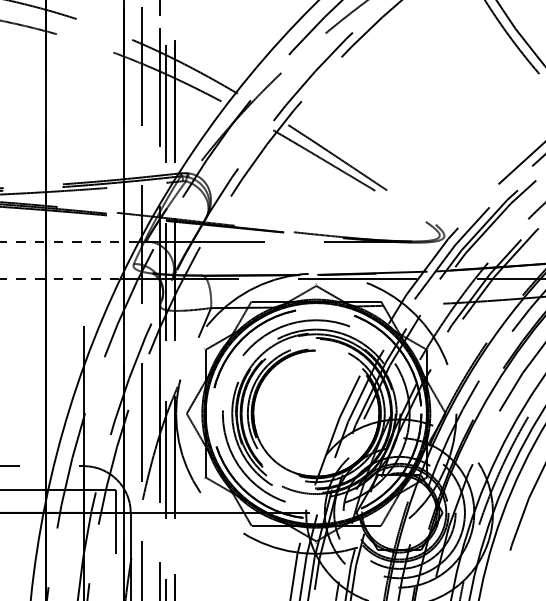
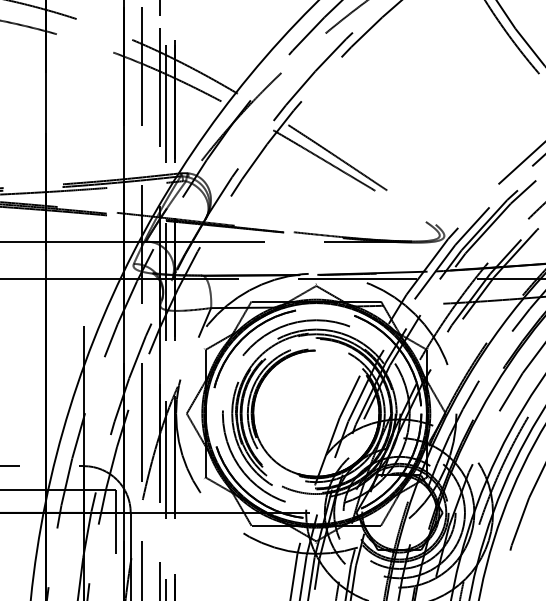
line at (70, 241): dashed -> solid
line at (60, 279): dashed -> solid
